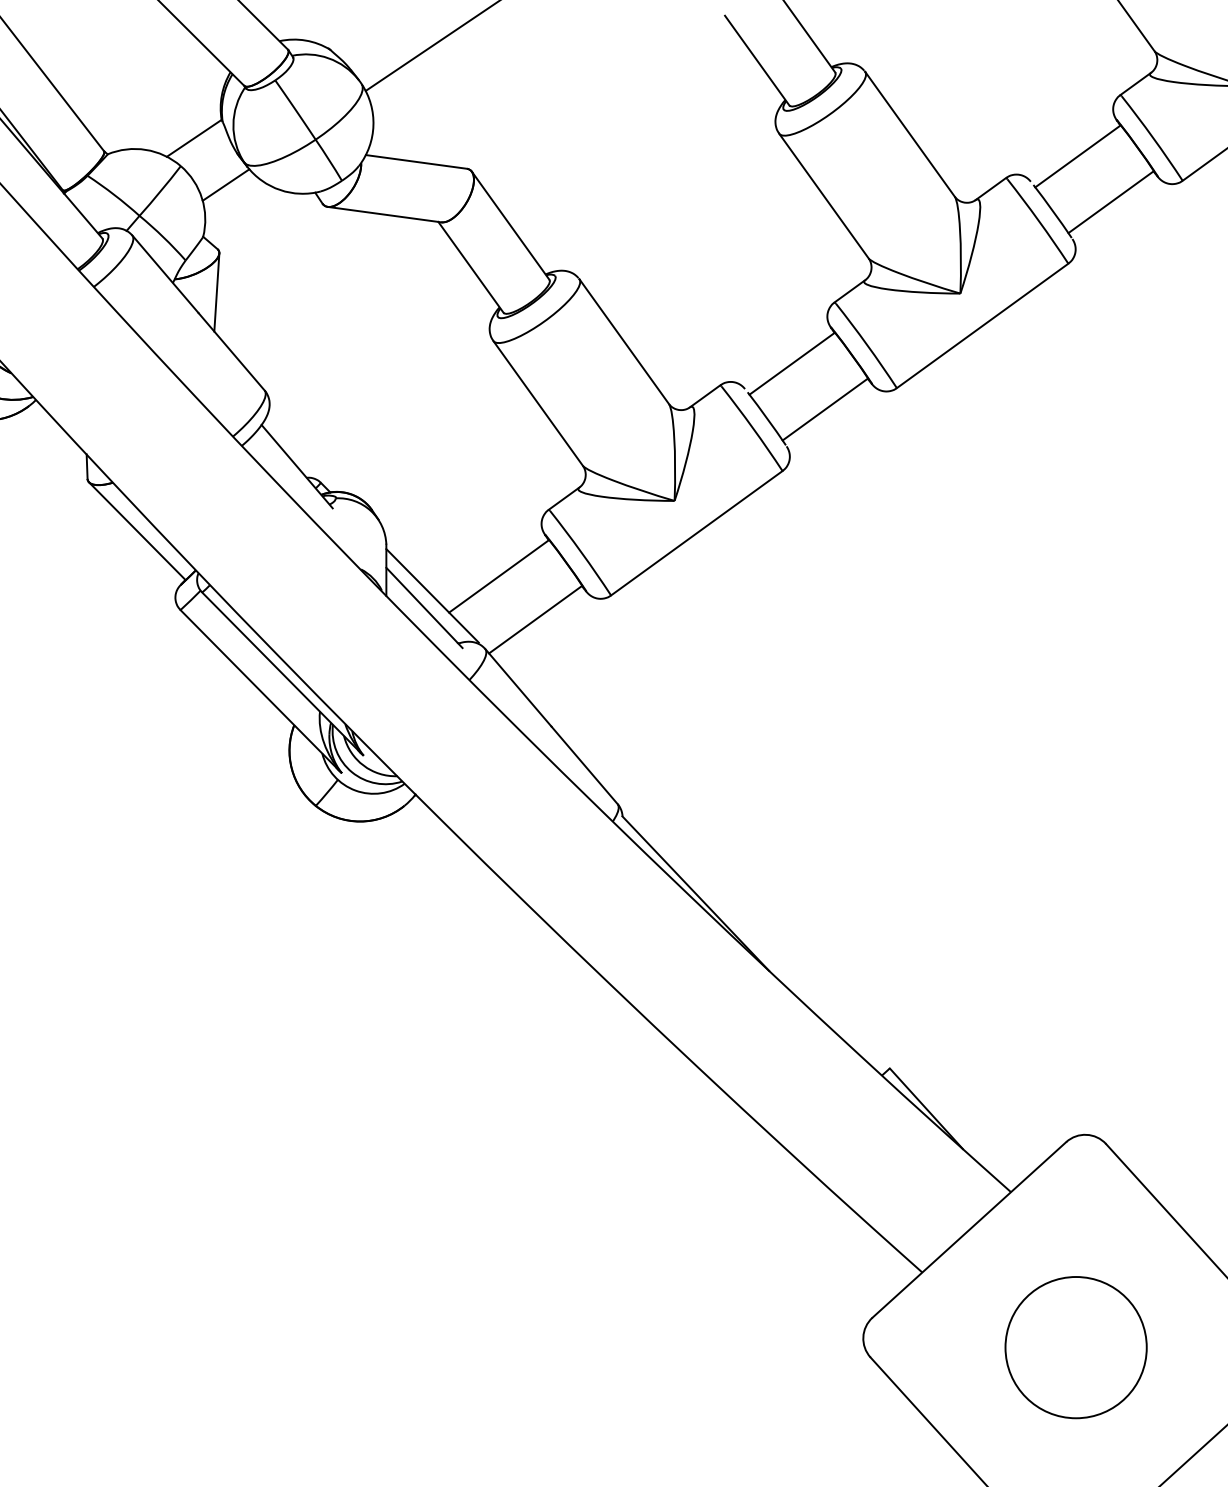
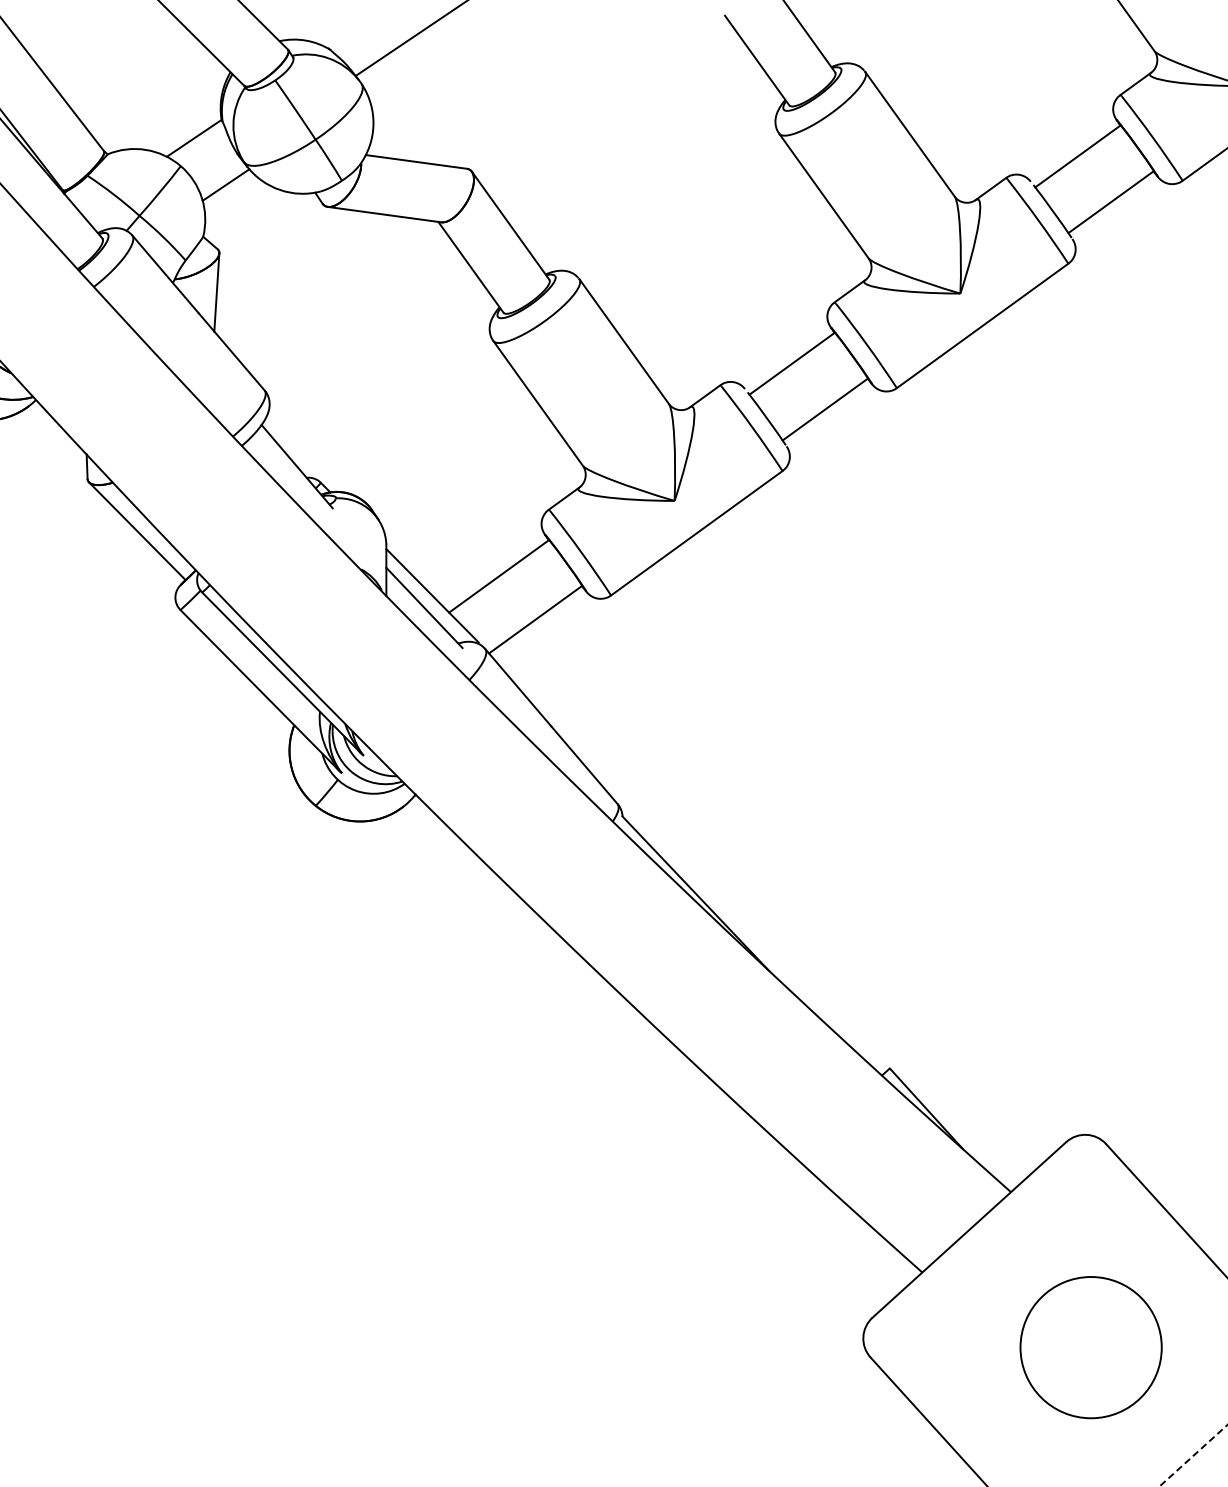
line at (431, 46) position: (431, 46) -> (409, 38)
circle at (1075, 1347) position: (1075, 1347) -> (1090, 1347)
line at (1193, 1456): solid -> dashed
